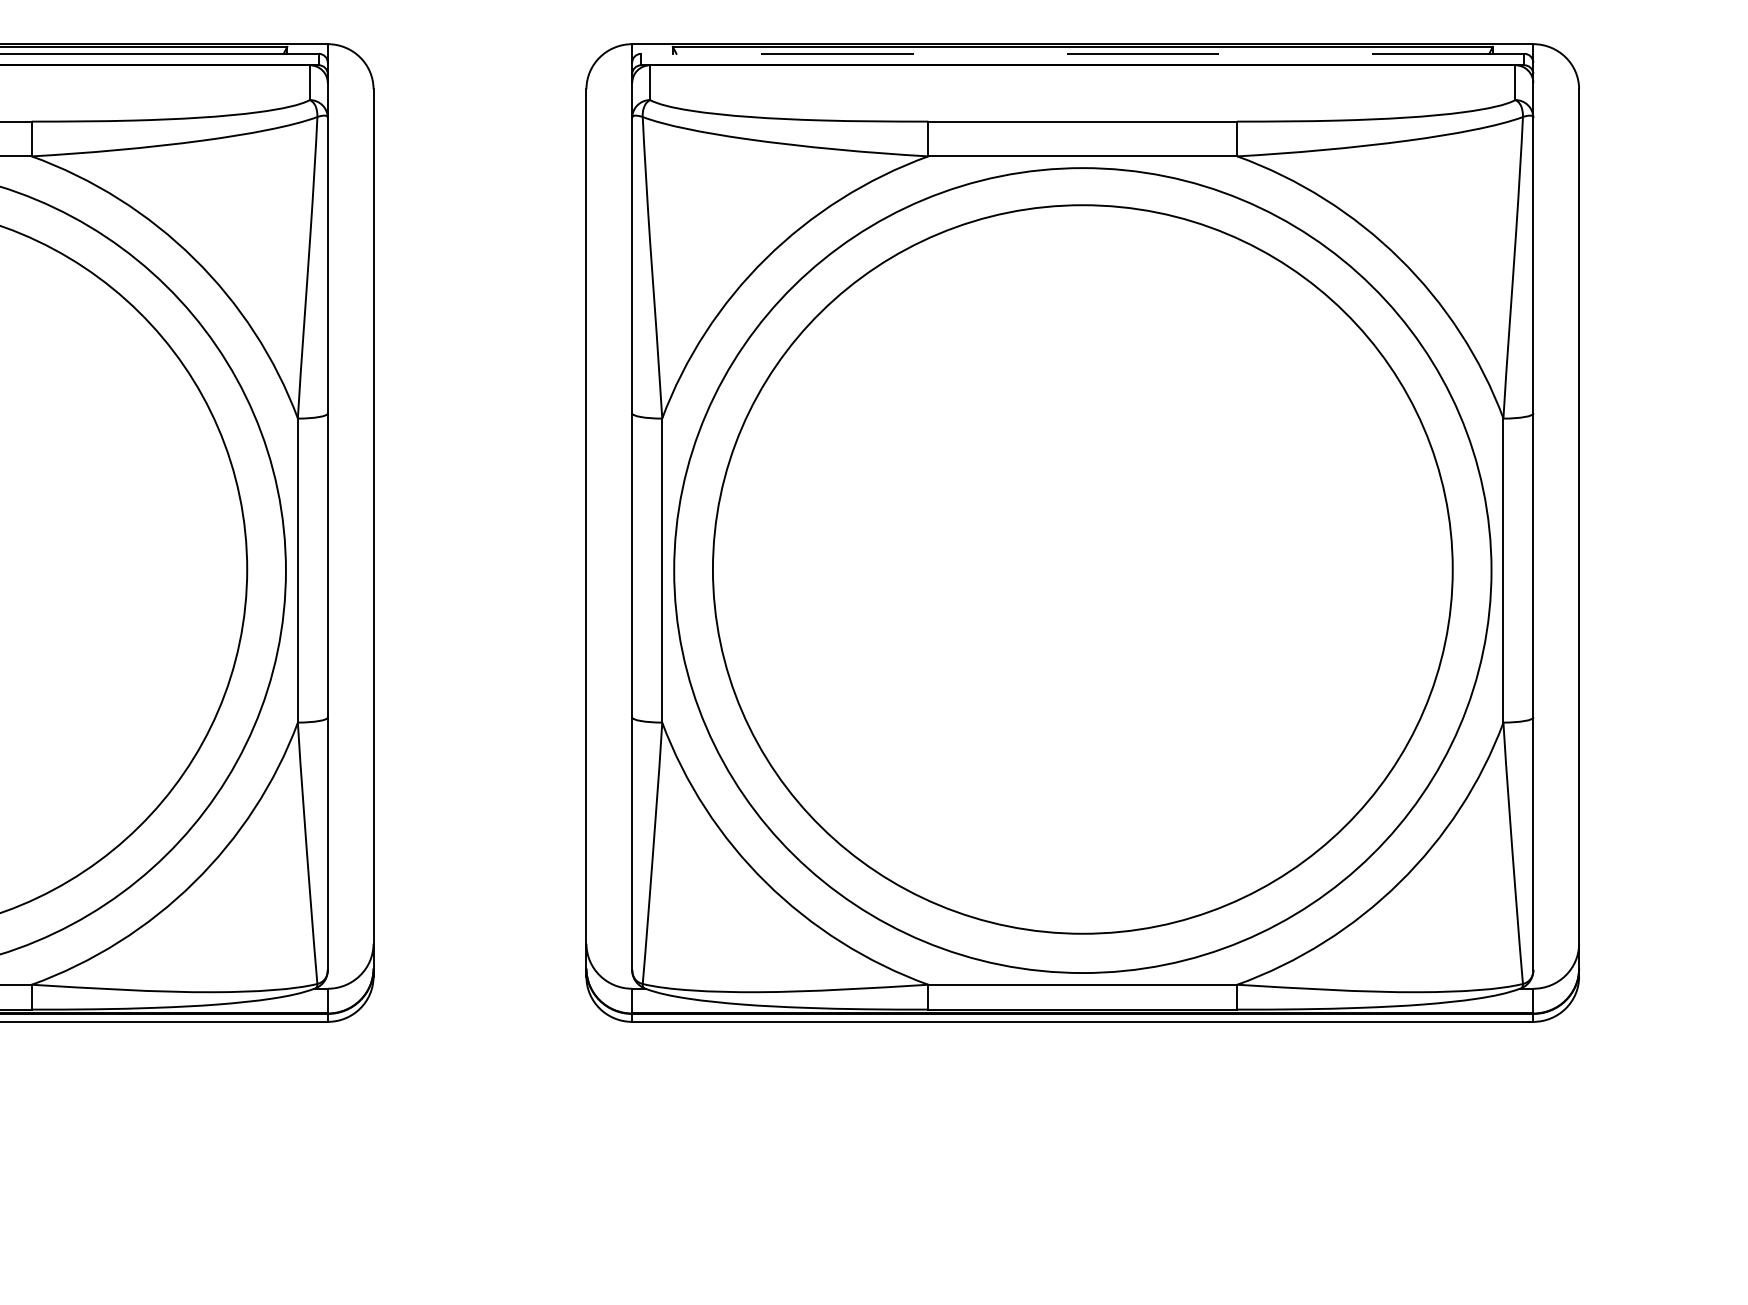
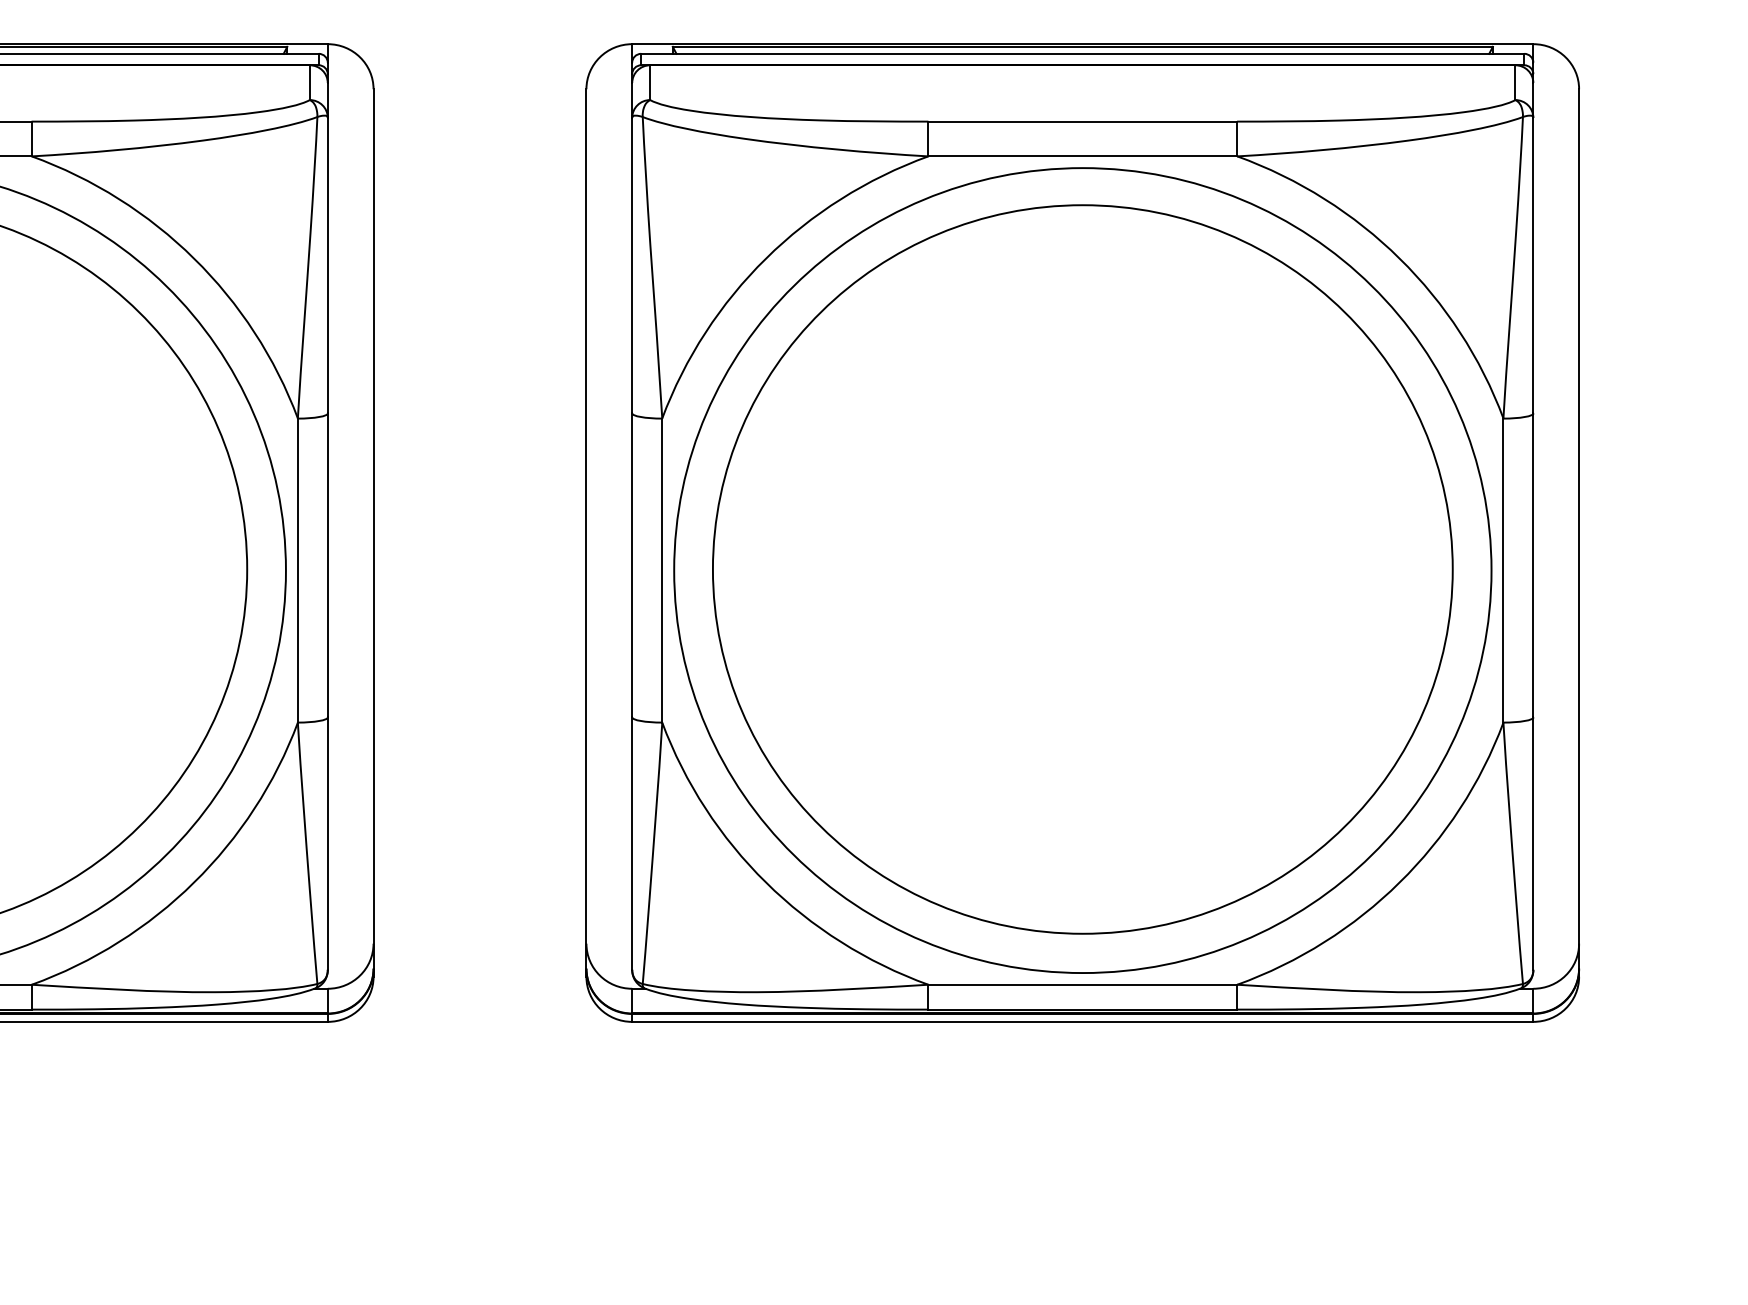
line at (1082, 53): dashed -> solid
